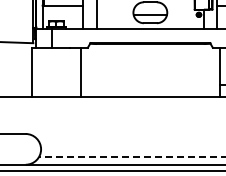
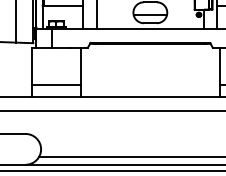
line at (16, 22): none -> present
line at (56, 84): none -> present
line at (112, 111): none -> present
line at (132, 156): dashed -> solid
